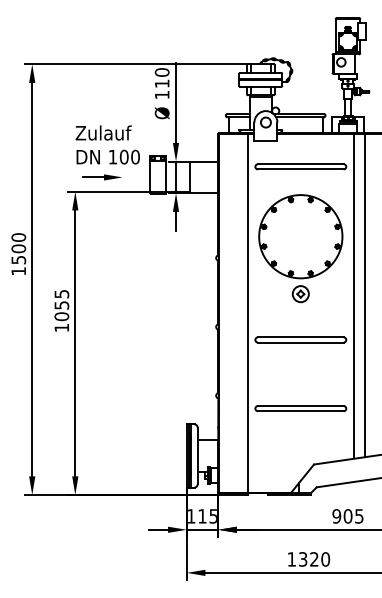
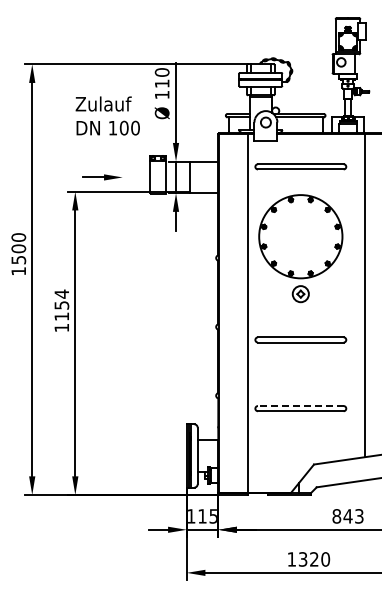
text at (107, 144) position: (107, 144) -> (107, 115)
line at (353, 295): present -> none
text at (61, 305): 1055 -> 1154
line at (300, 406): solid -> dashed
text at (347, 516): 905 -> 843
